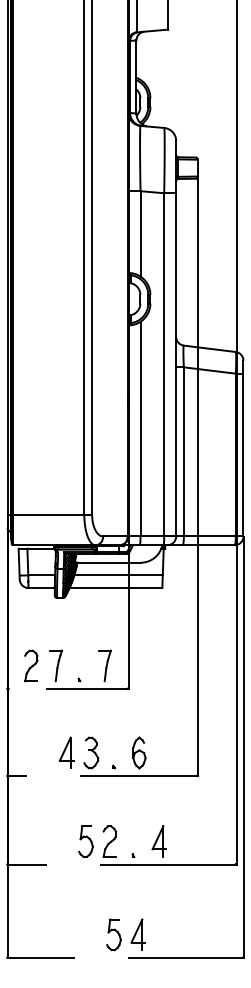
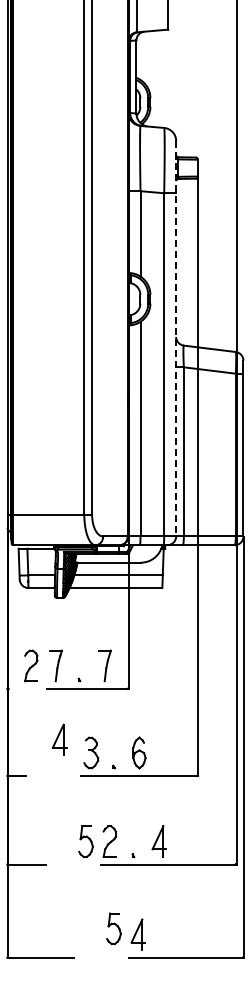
line at (176, 338): solid -> dashed
part at (66, 752) position: (66, 752) -> (59, 739)
part at (113, 934) position: (113, 934) -> (113, 928)
